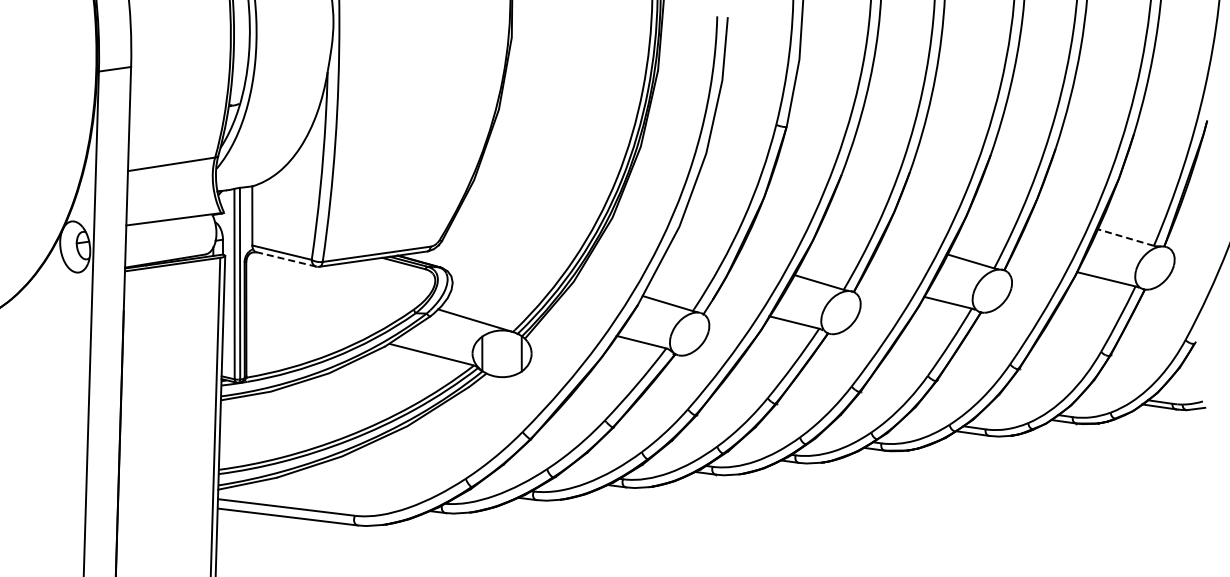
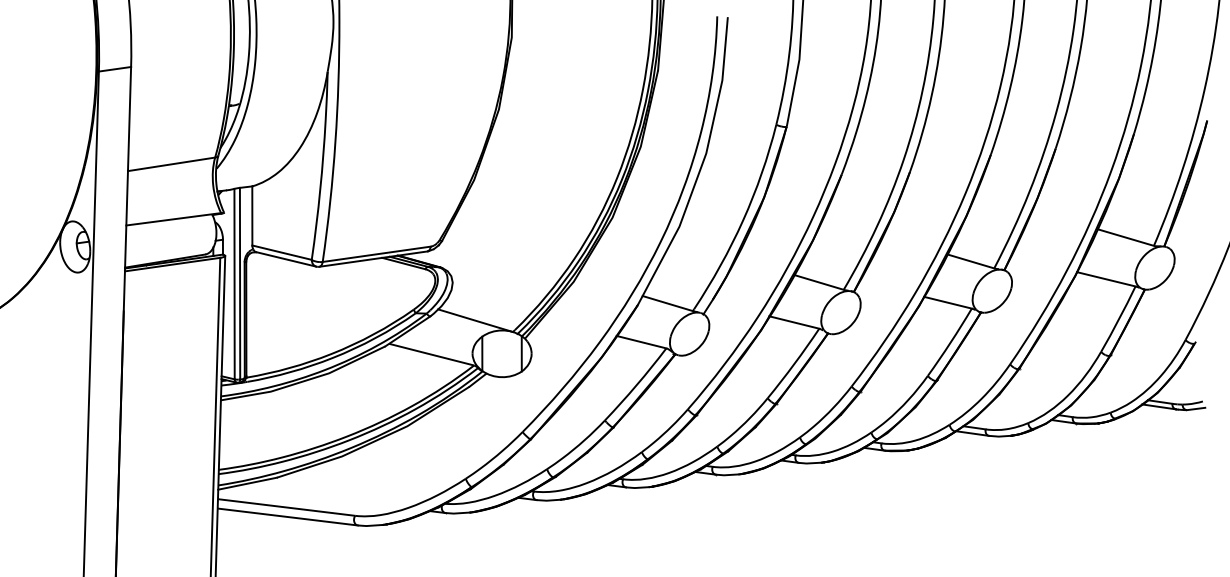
line at (1125, 237): dashed -> solid
line at (286, 259): dashed -> solid
